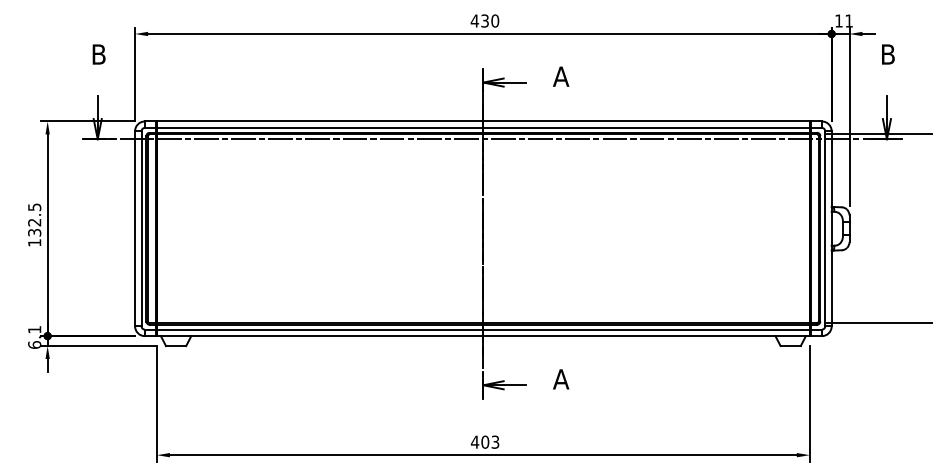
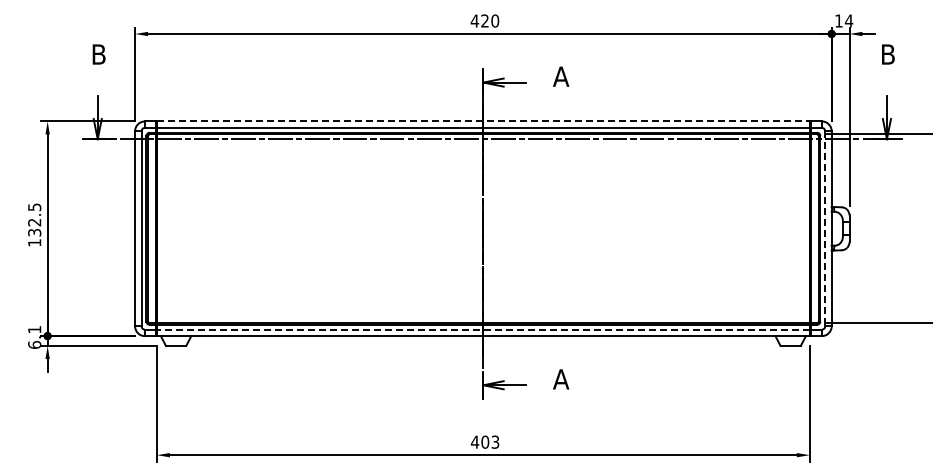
text at (484, 20): 430 -> 420
text at (848, 20): 11 -> 14
line at (483, 121): solid -> dashed
line at (825, 228): solid -> dashed
line at (482, 329): solid -> dashed
